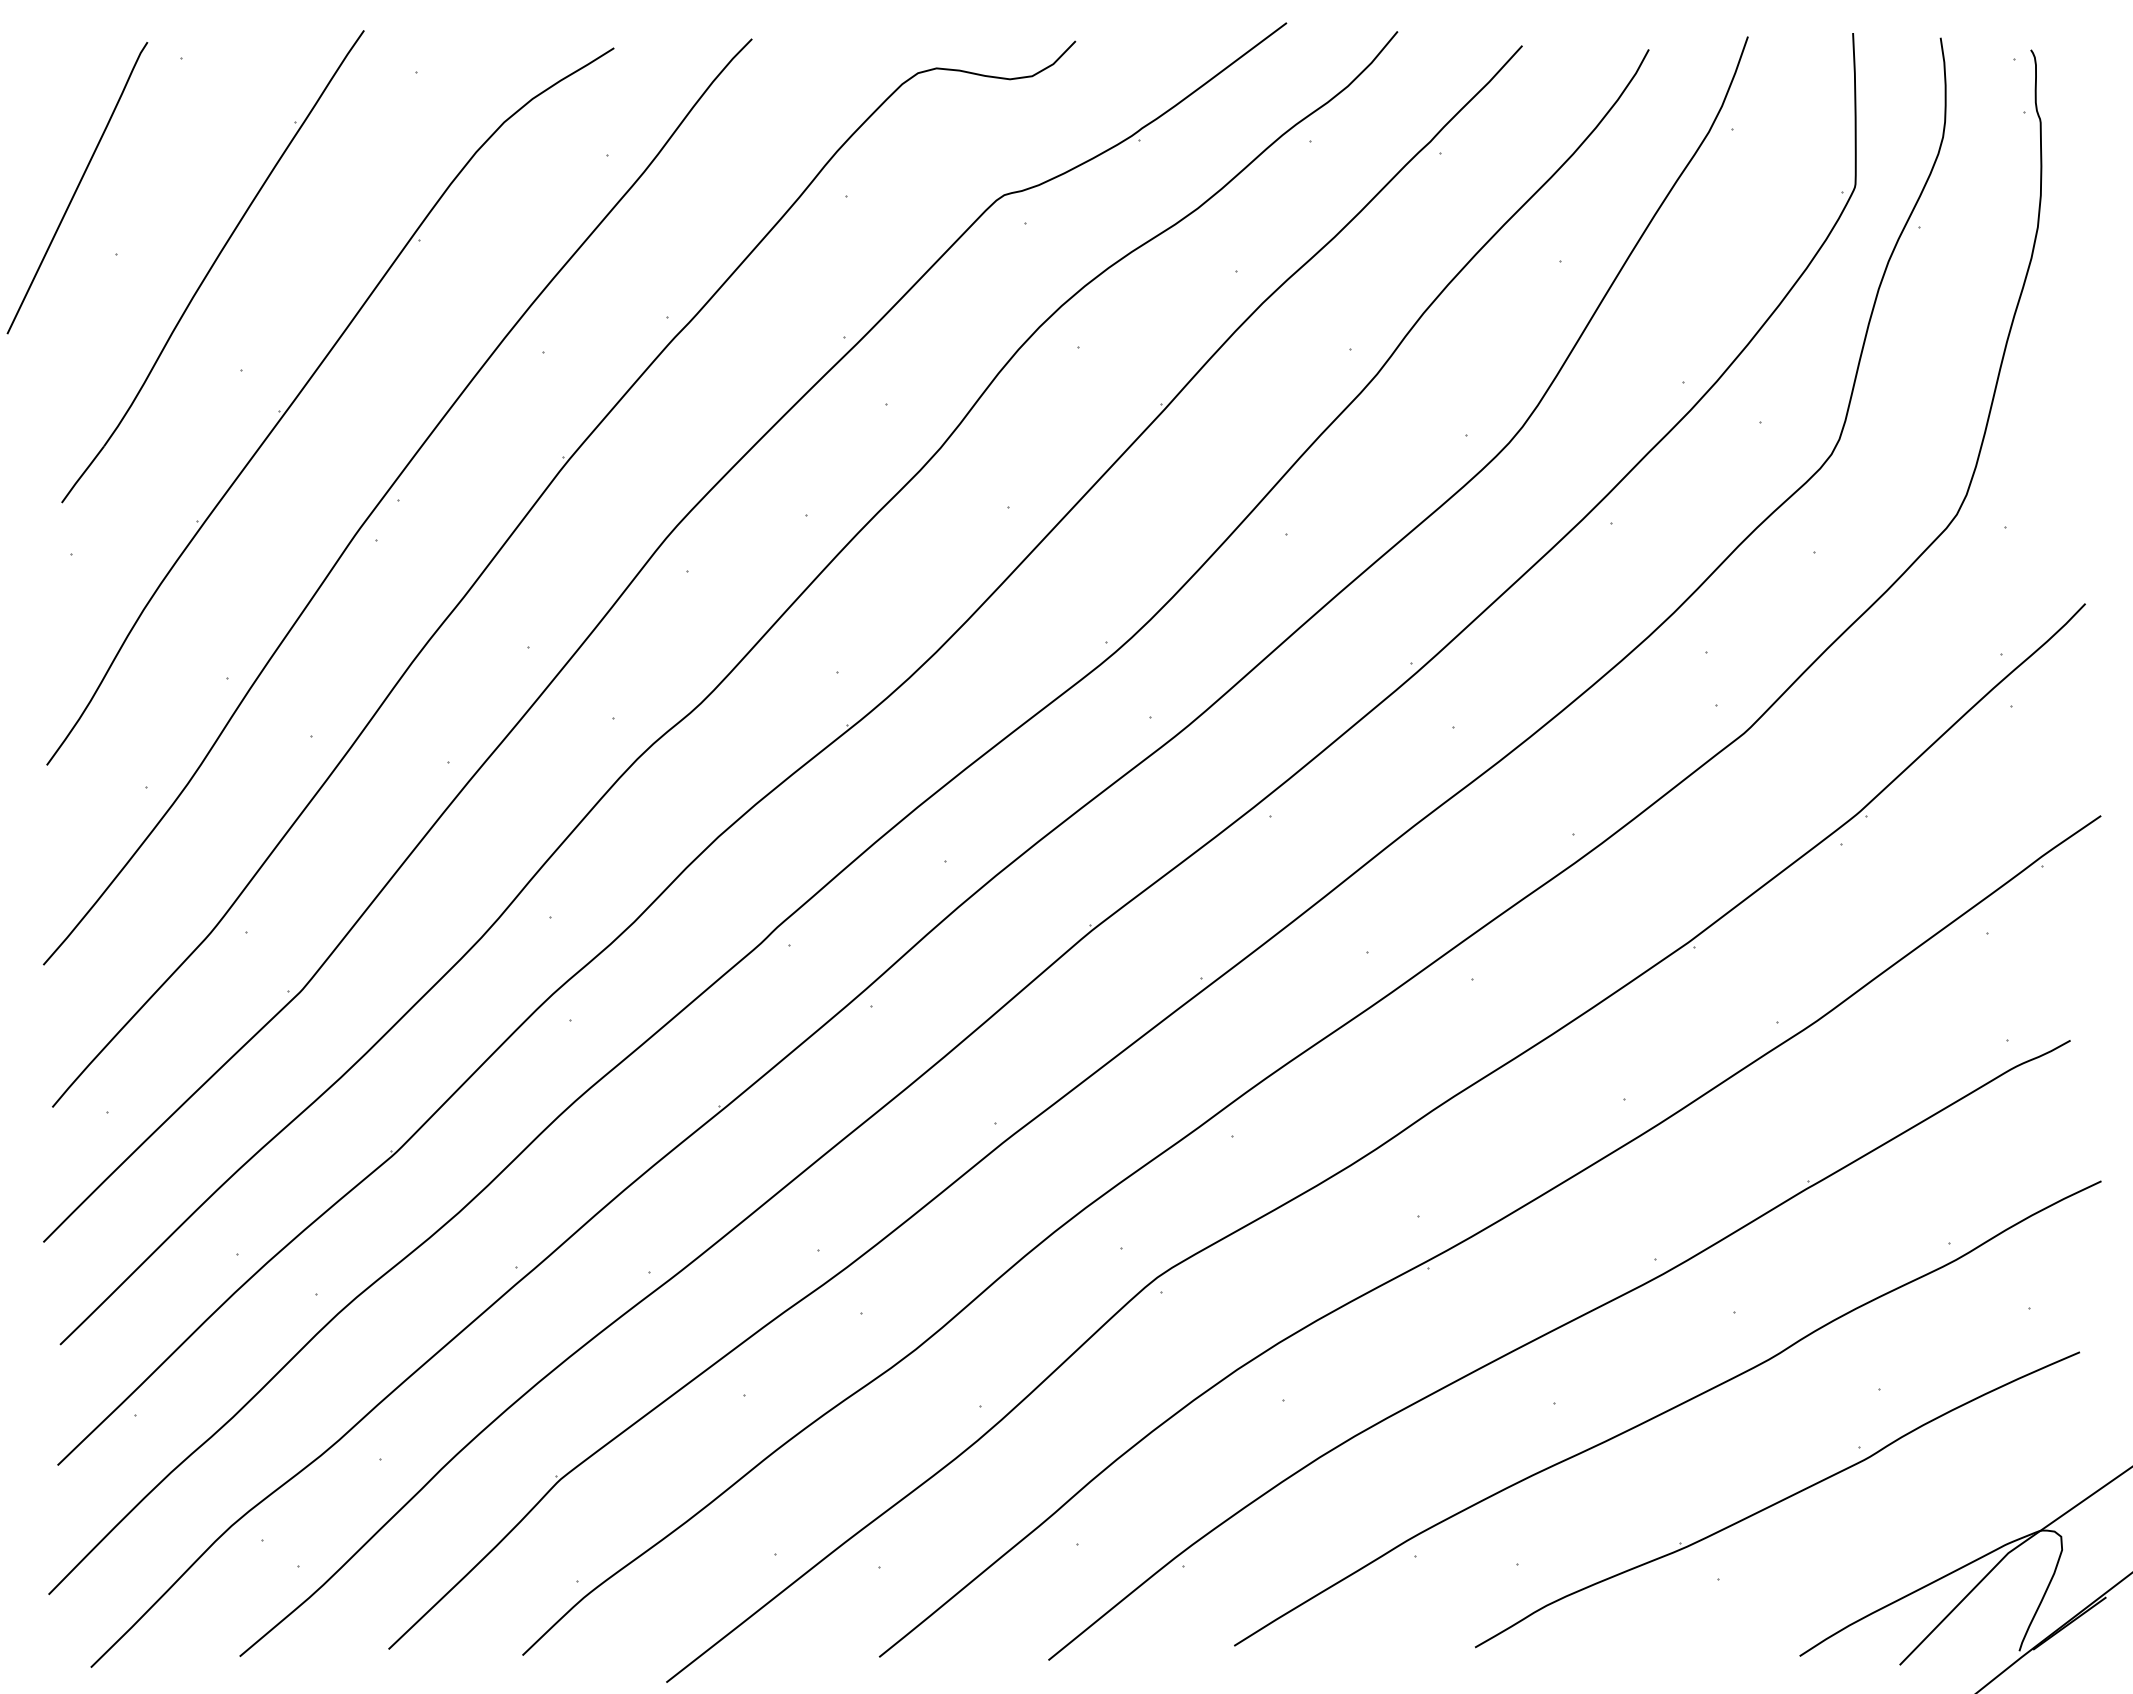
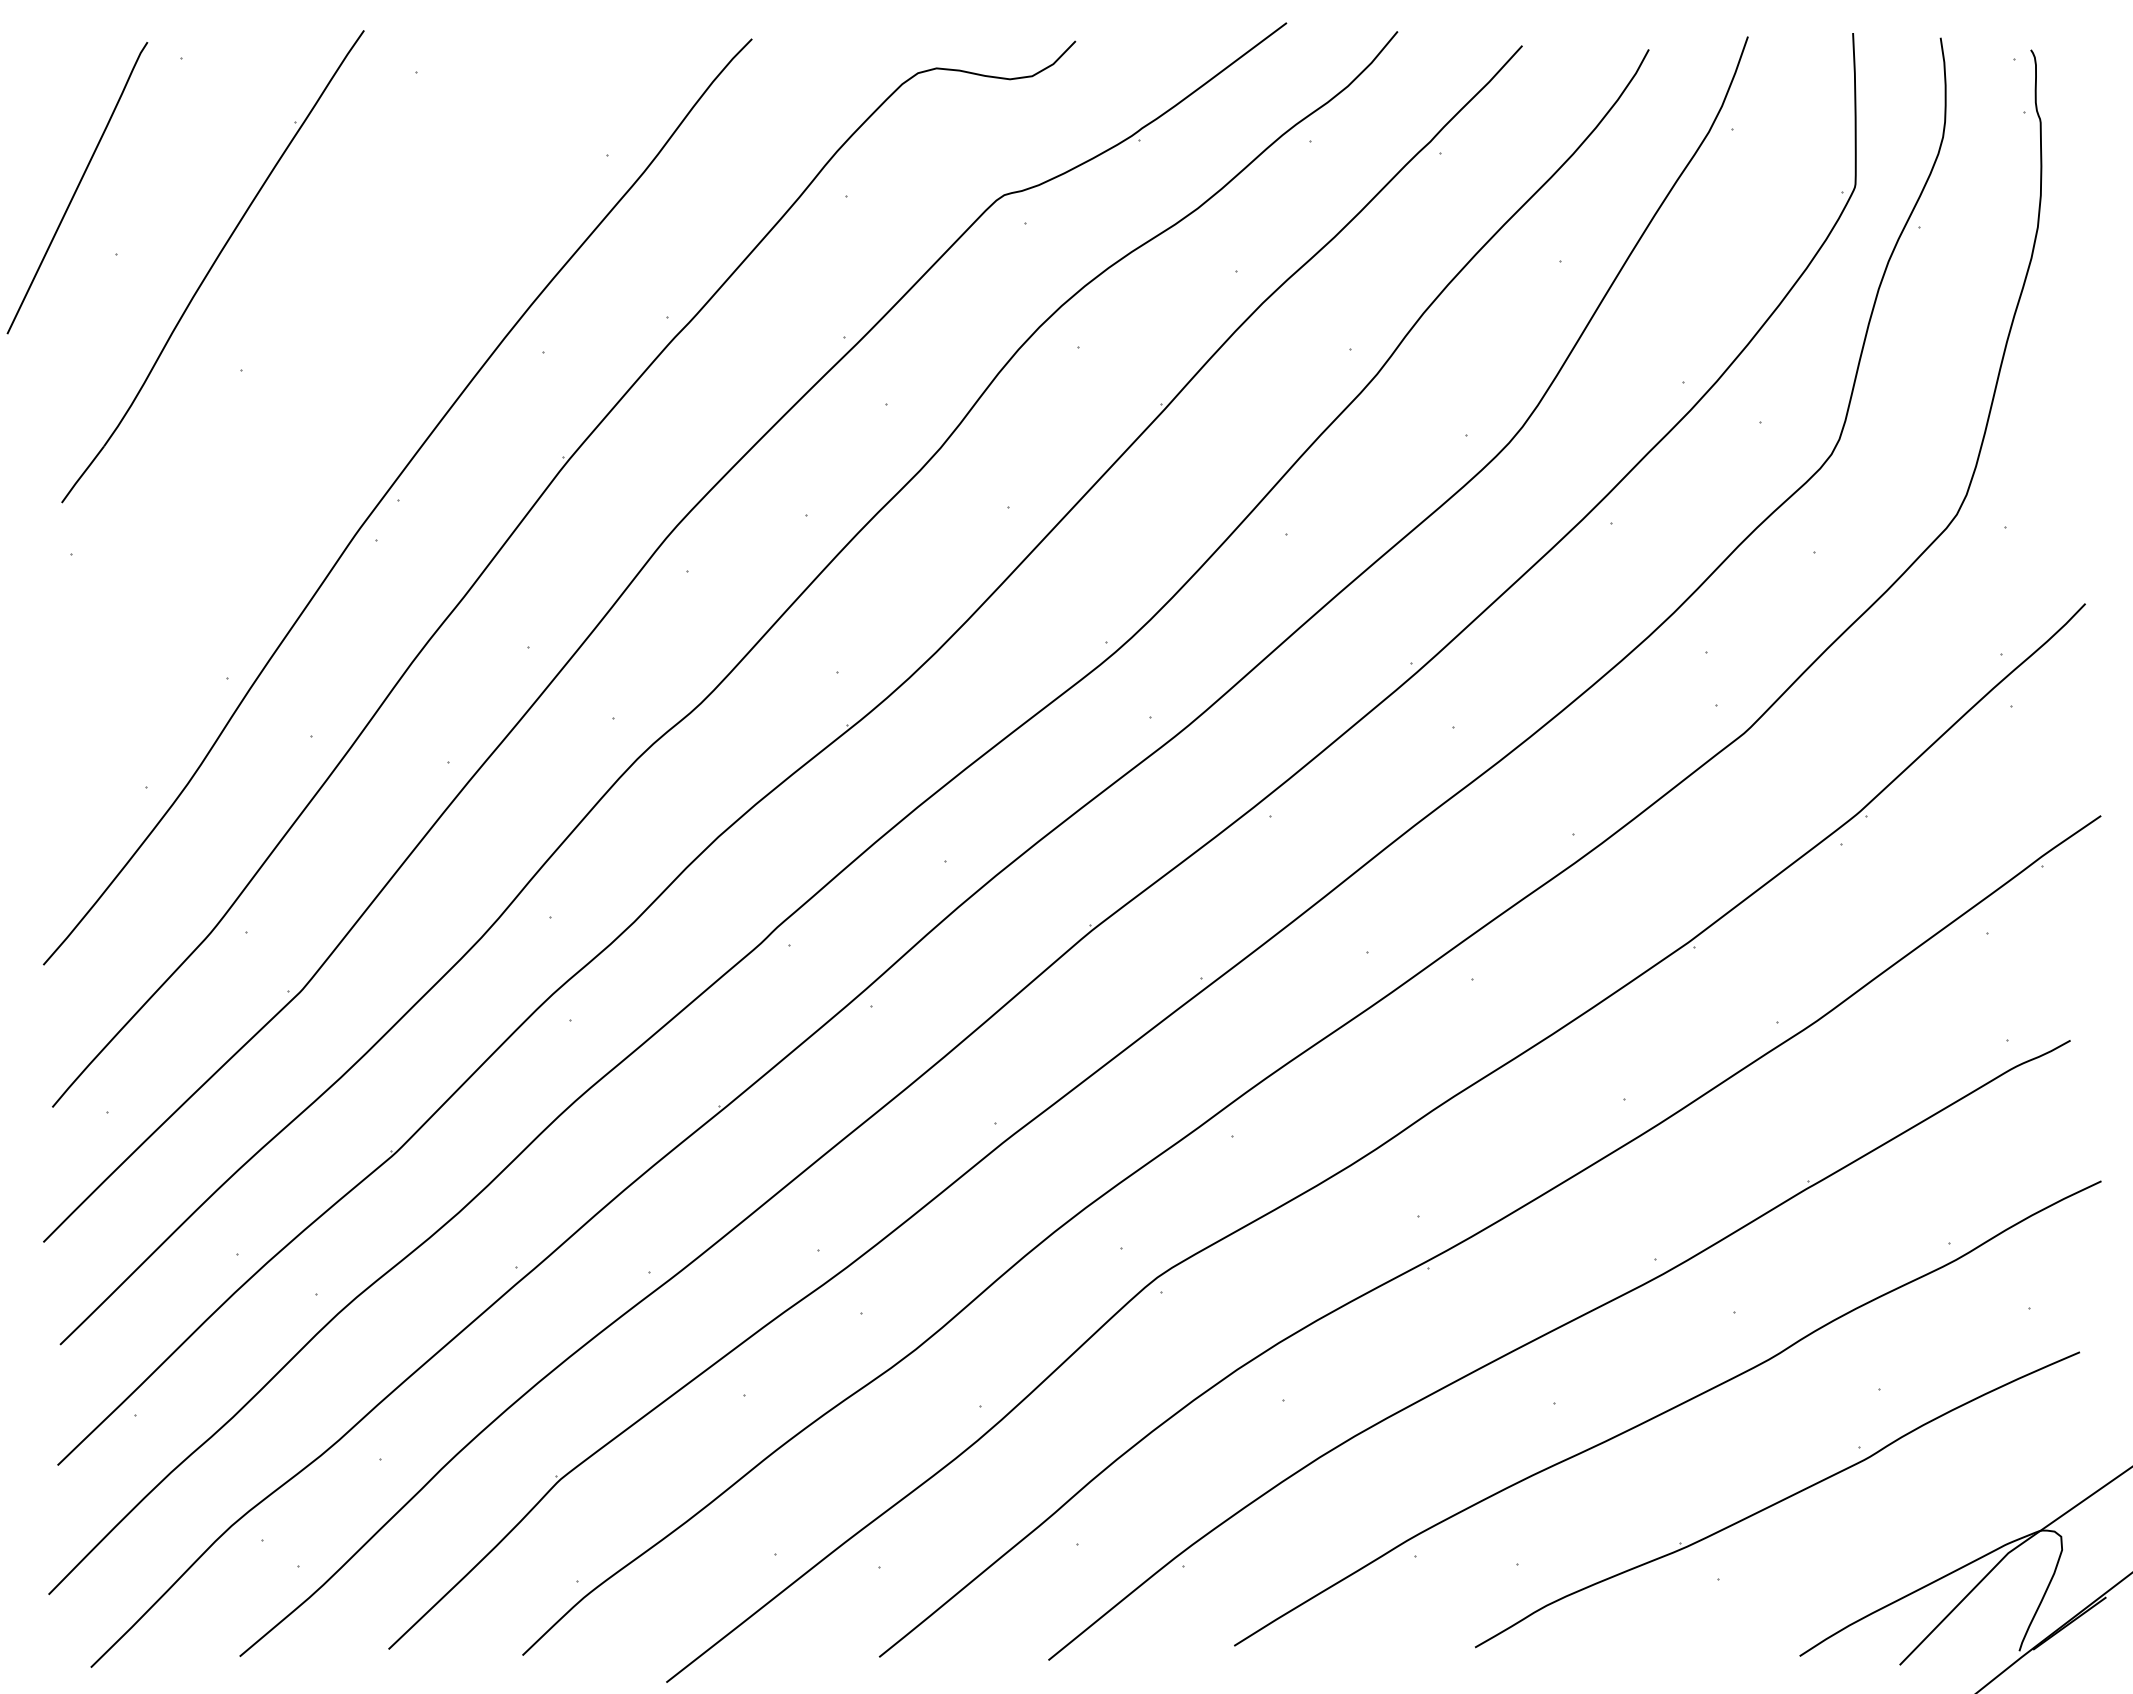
part at (304, 388): present -> none
